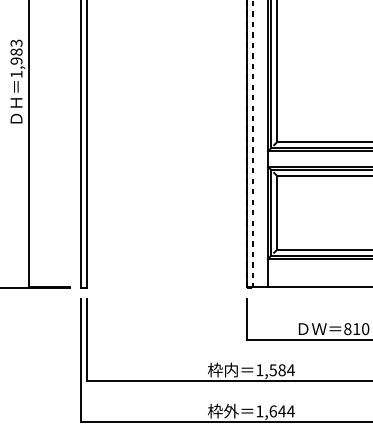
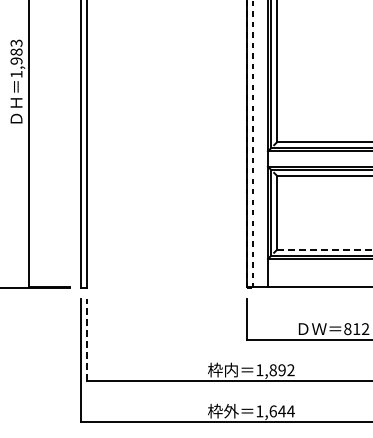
line at (325, 249): solid -> dashed
text at (365, 329): 810 -> 812
line at (86, 339): solid -> dashed
text at (281, 370): 1,584 -> 1,892
